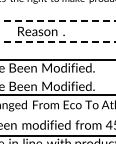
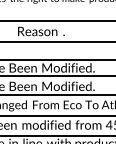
line at (58, 20): dashed -> solid
line at (58, 41): dashed -> solid
line at (57, 76): none -> present
line at (57, 115): none -> present
